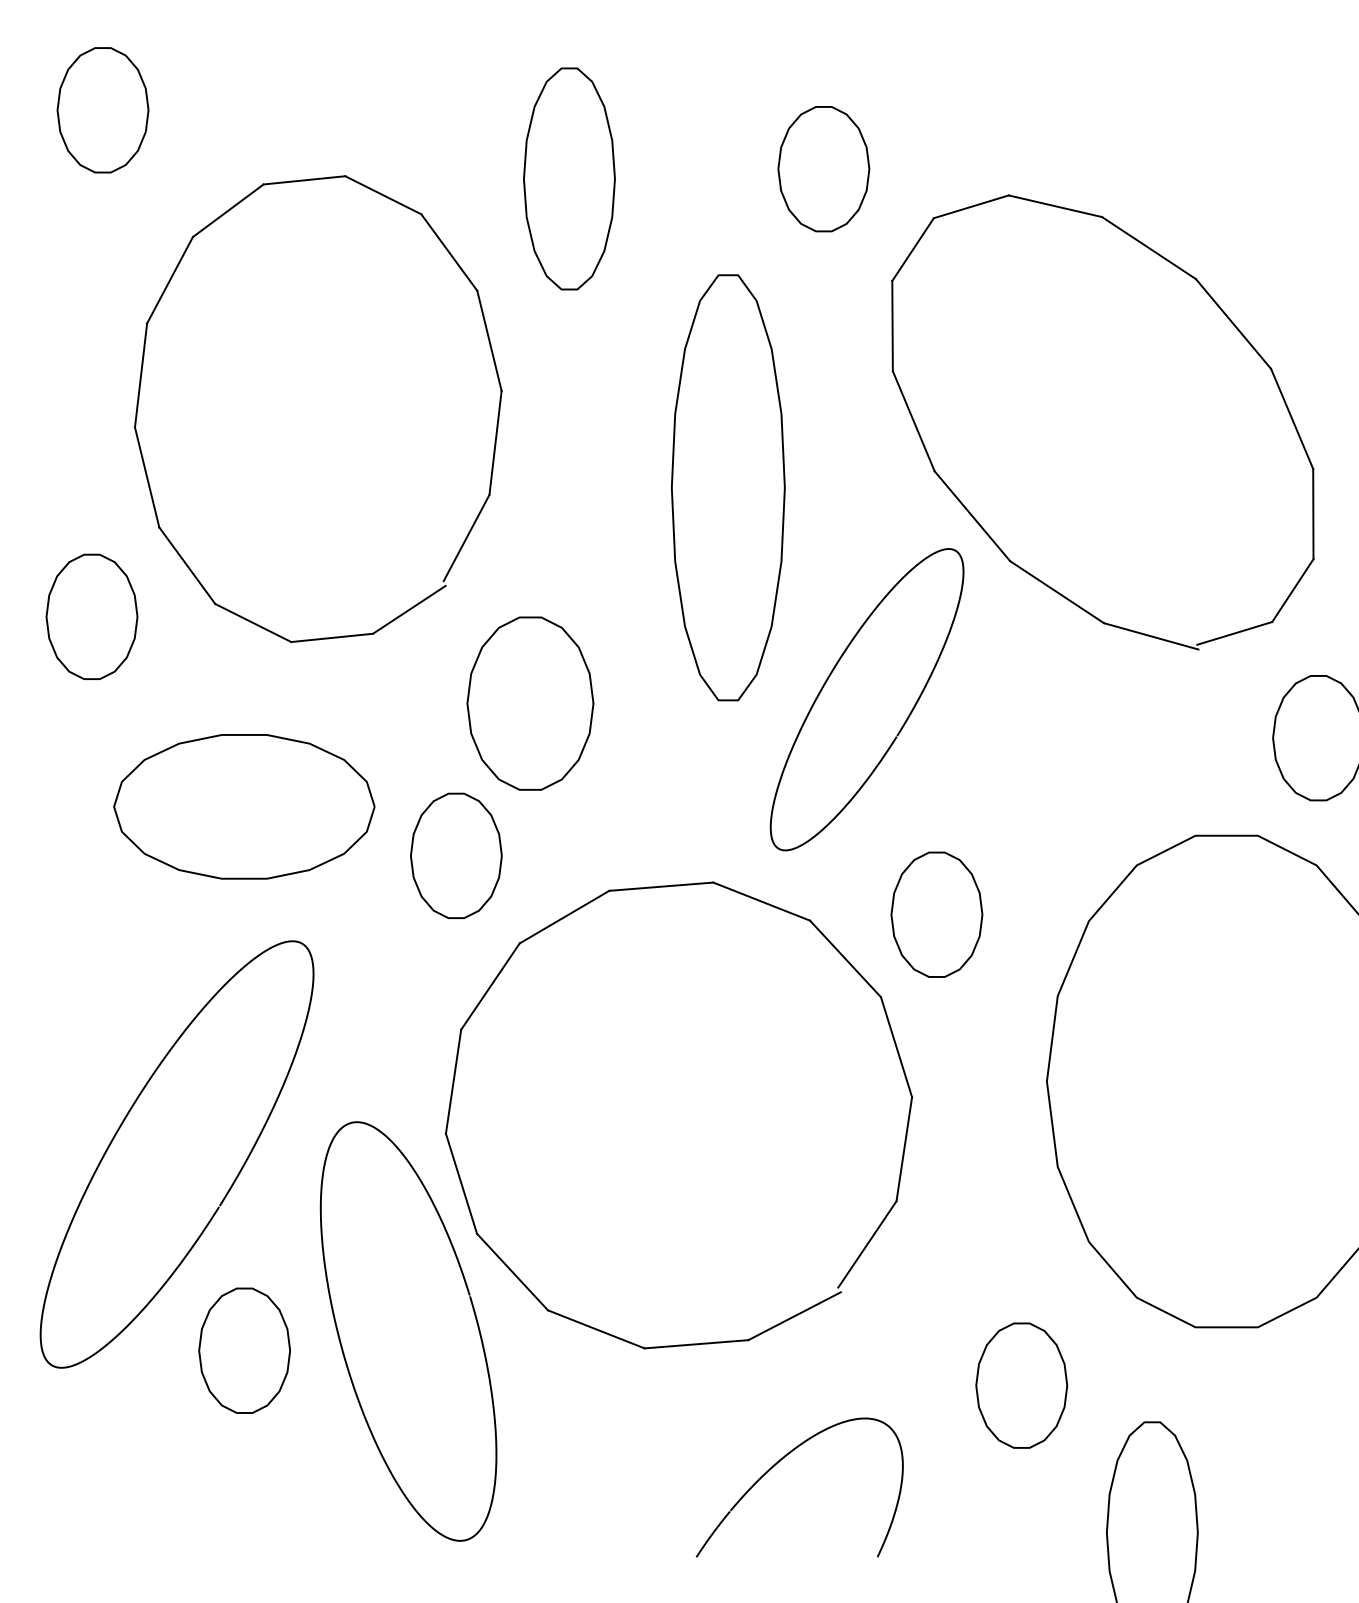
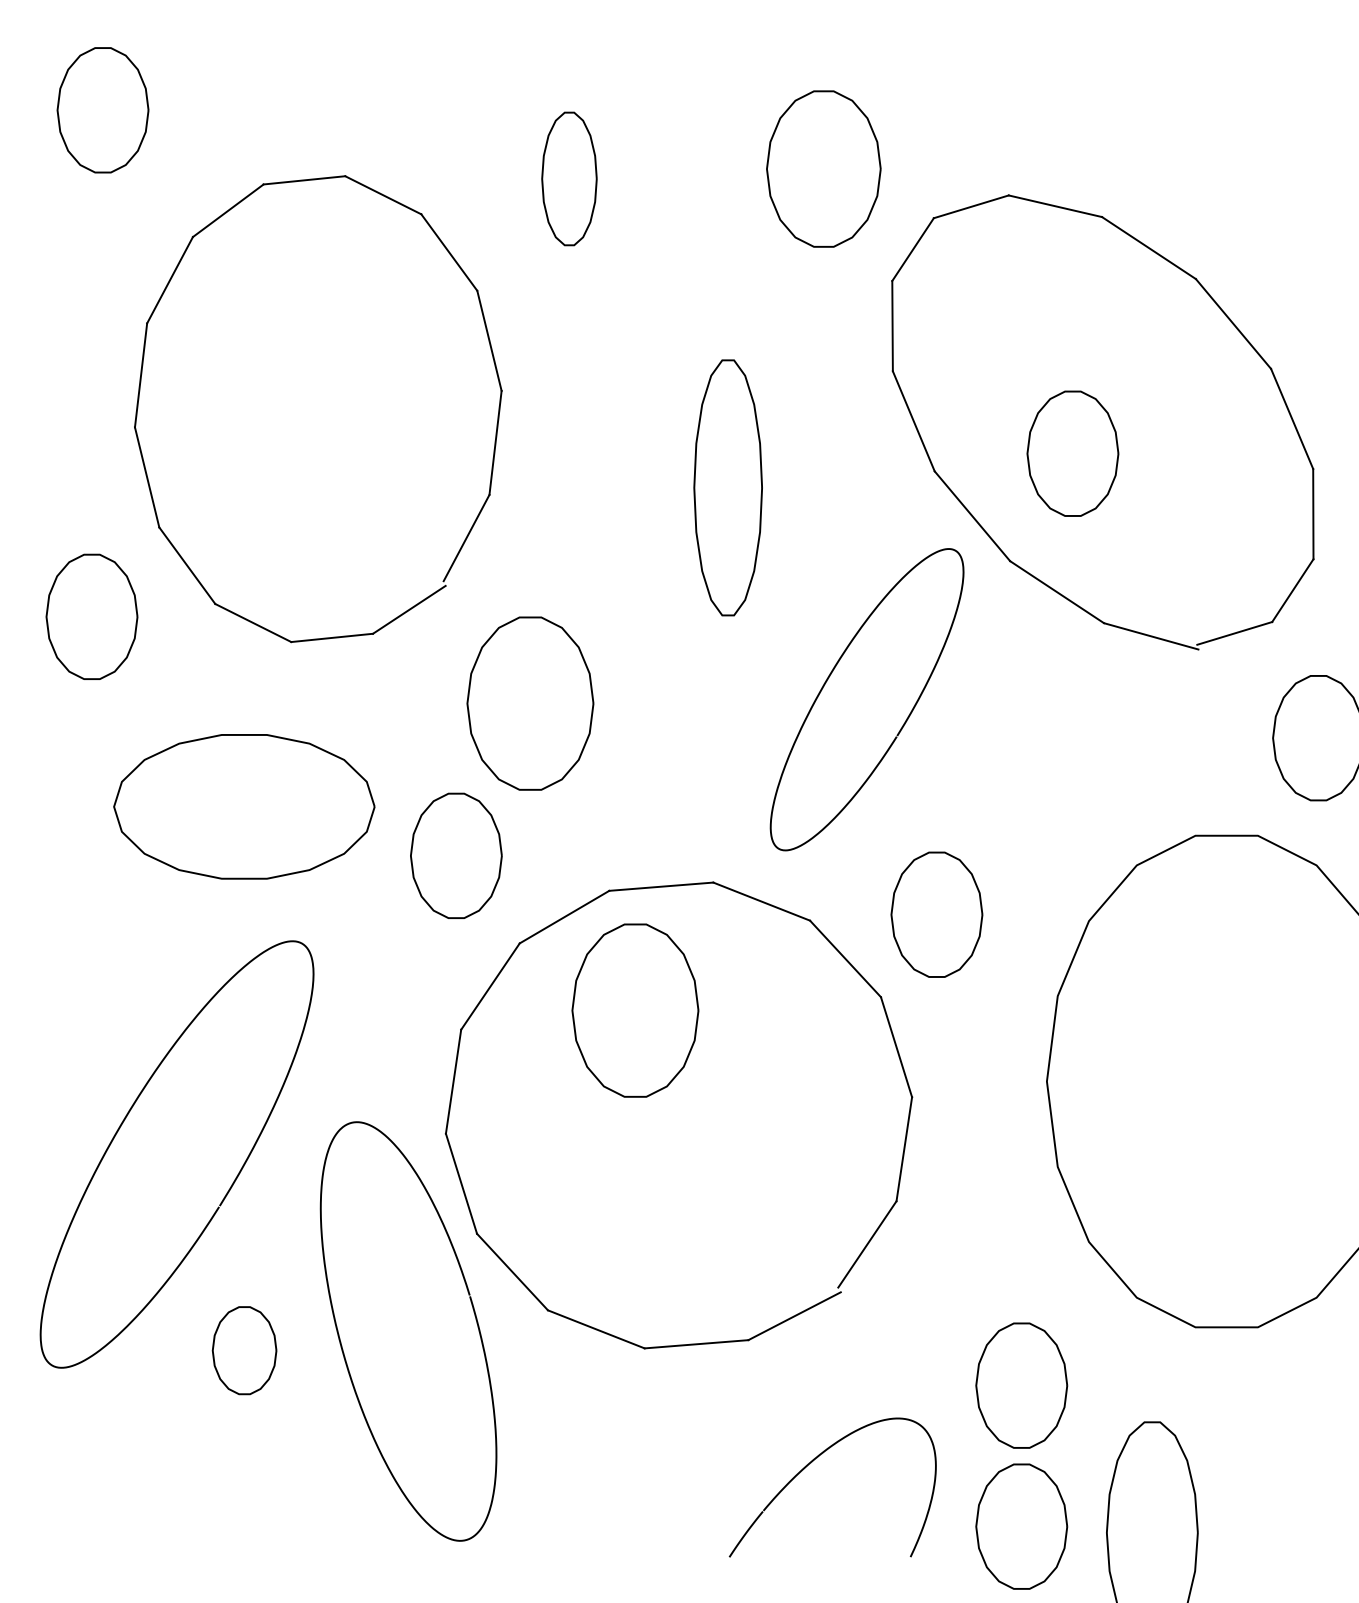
part at (823, 169) size: 94x127 px -> 116x158 px
part at (569, 178) size: 93x224 px -> 57x136 px
part at (1072, 453): none -> present
part at (727, 487) size: 116x428 px -> 70x258 px
part at (635, 1010): none -> present
part at (244, 1350) size: 93x127 px -> 67x90 px
part at (778, 1463) position: (778, 1463) -> (811, 1463)
part at (1021, 1526): none -> present
